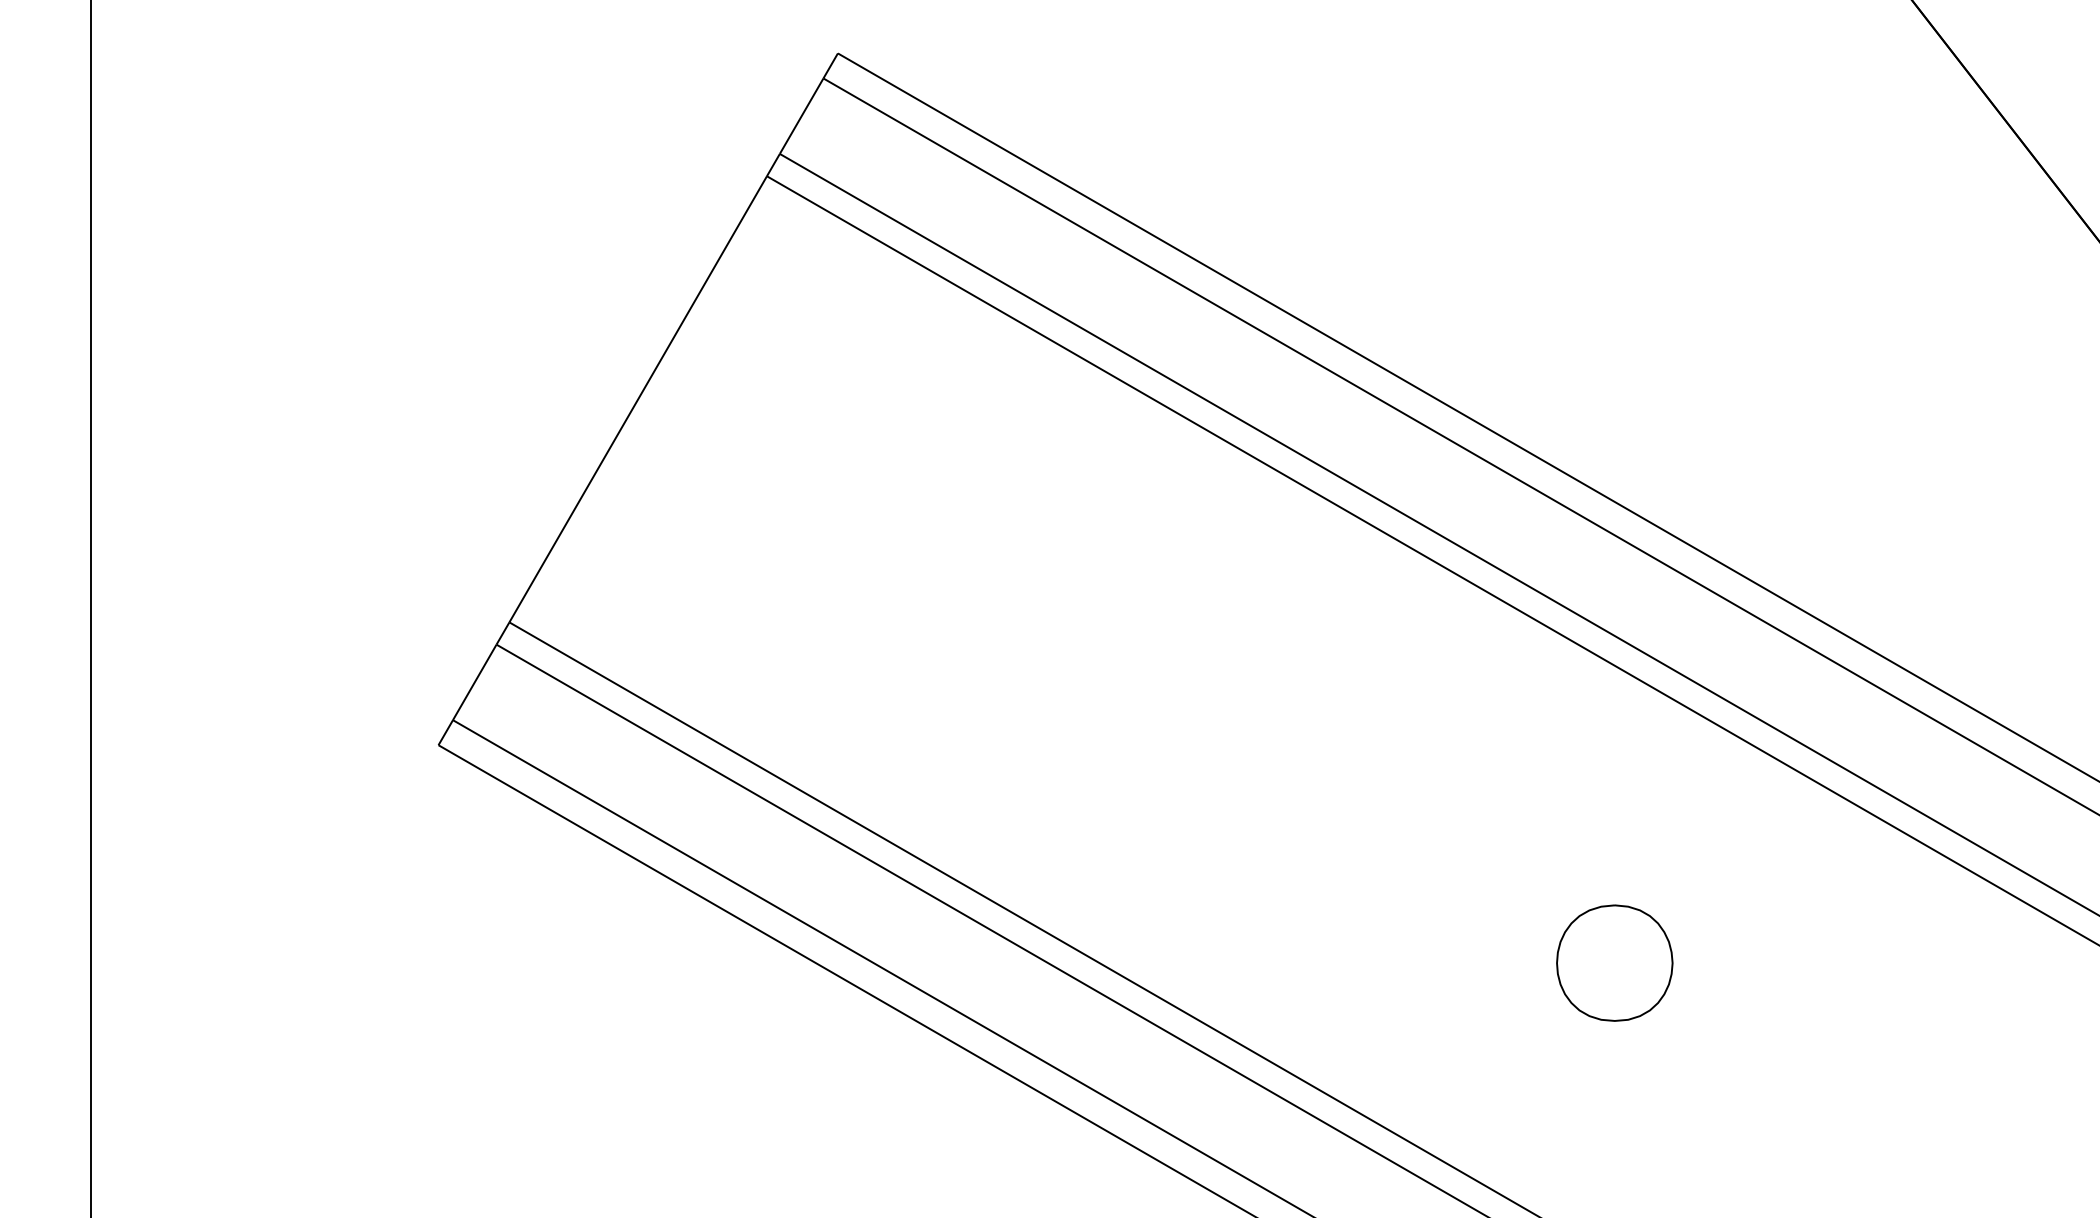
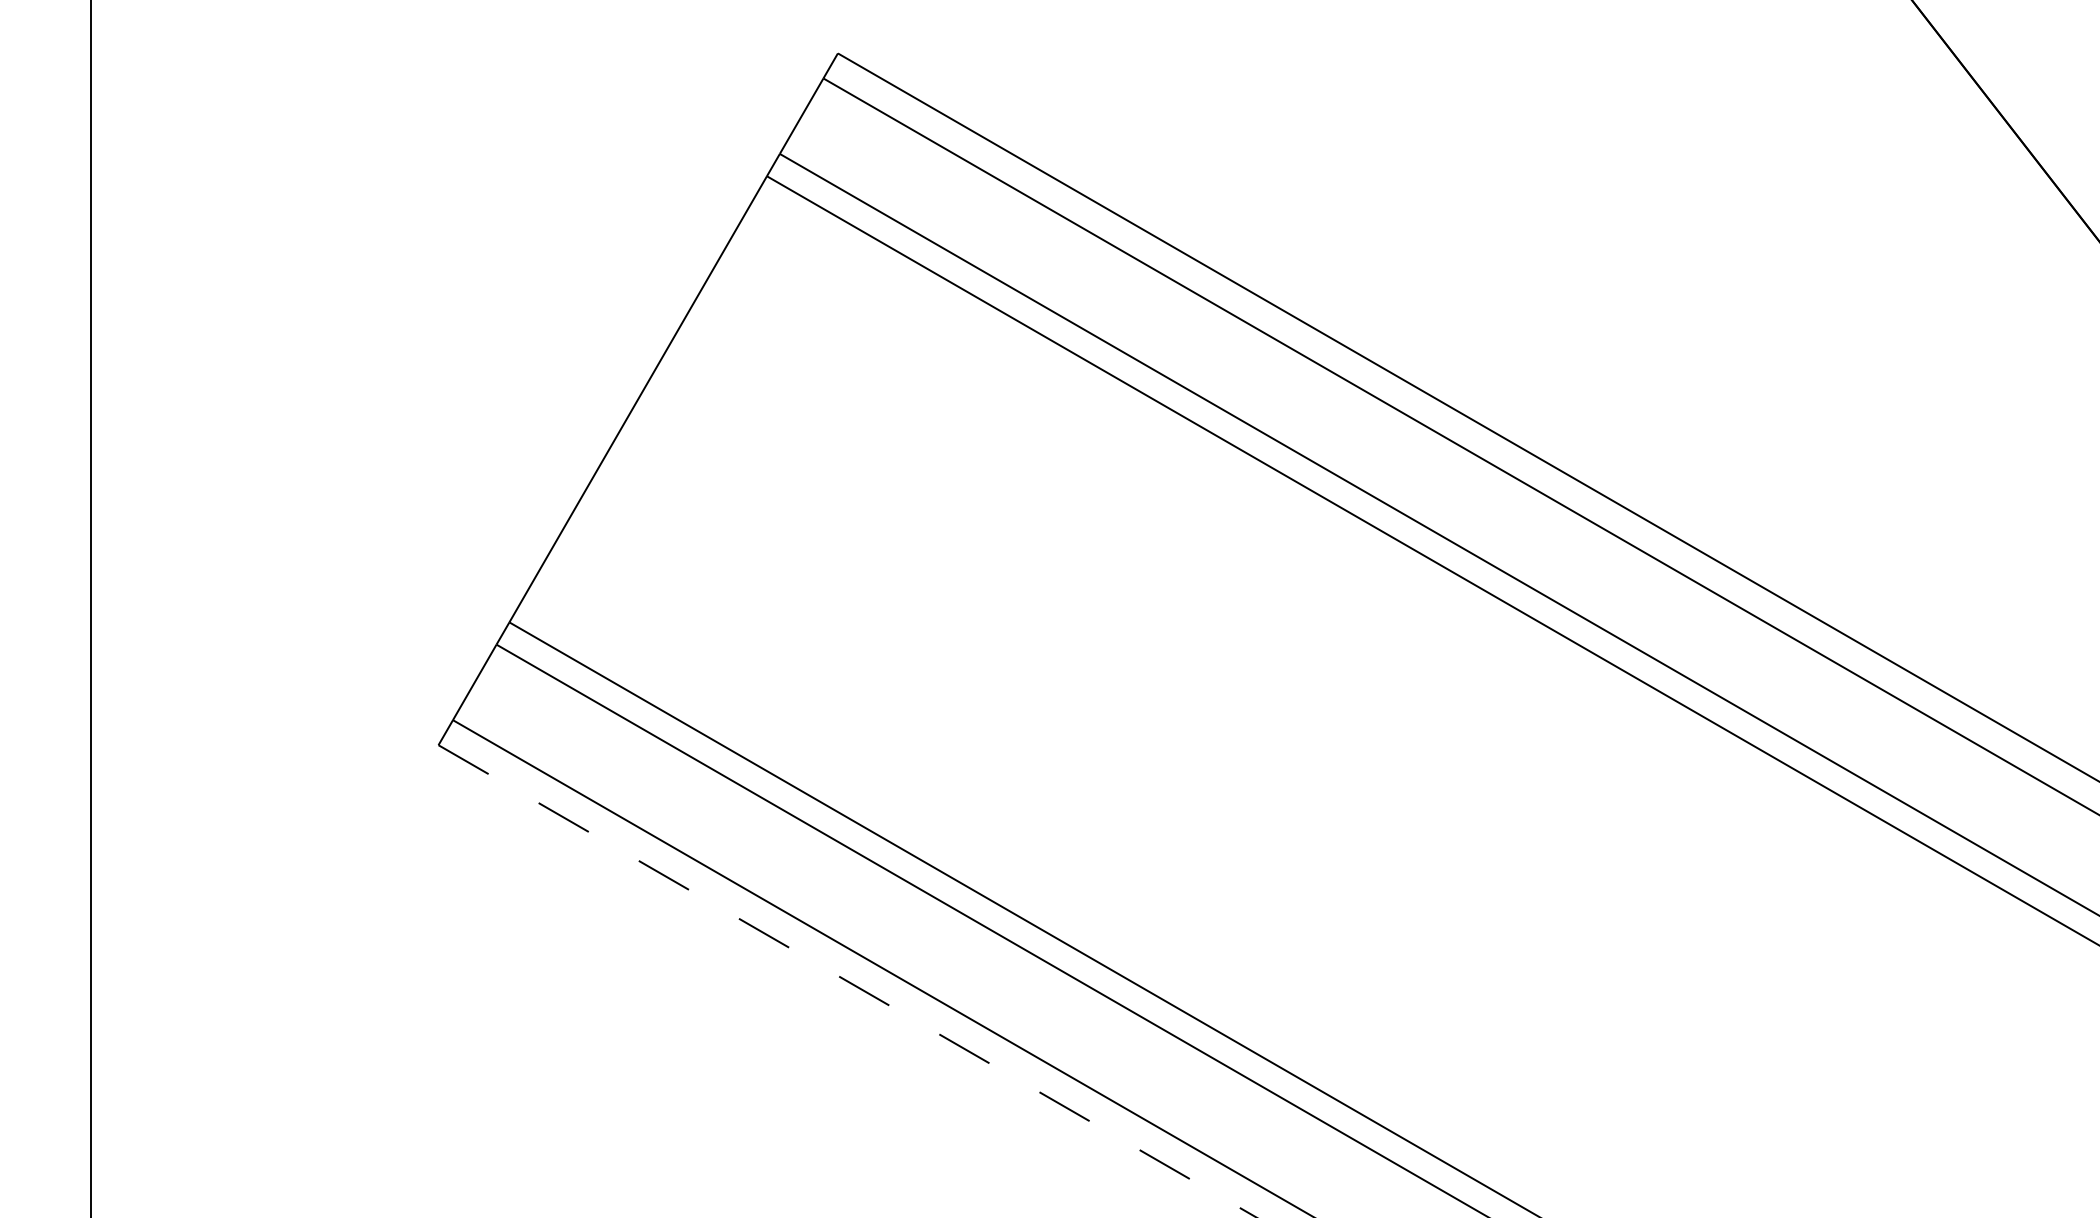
part at (1614, 962): present -> none
line at (847, 981): solid -> dashed
